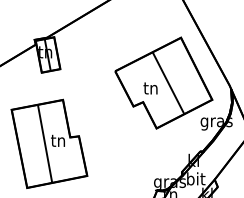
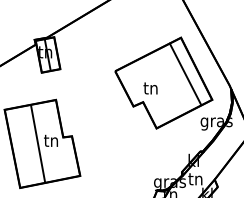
line at (168, 82) position: (168, 82) -> (185, 73)
part at (49, 143) position: (49, 143) -> (42, 143)
text at (196, 178): bit -> tn
